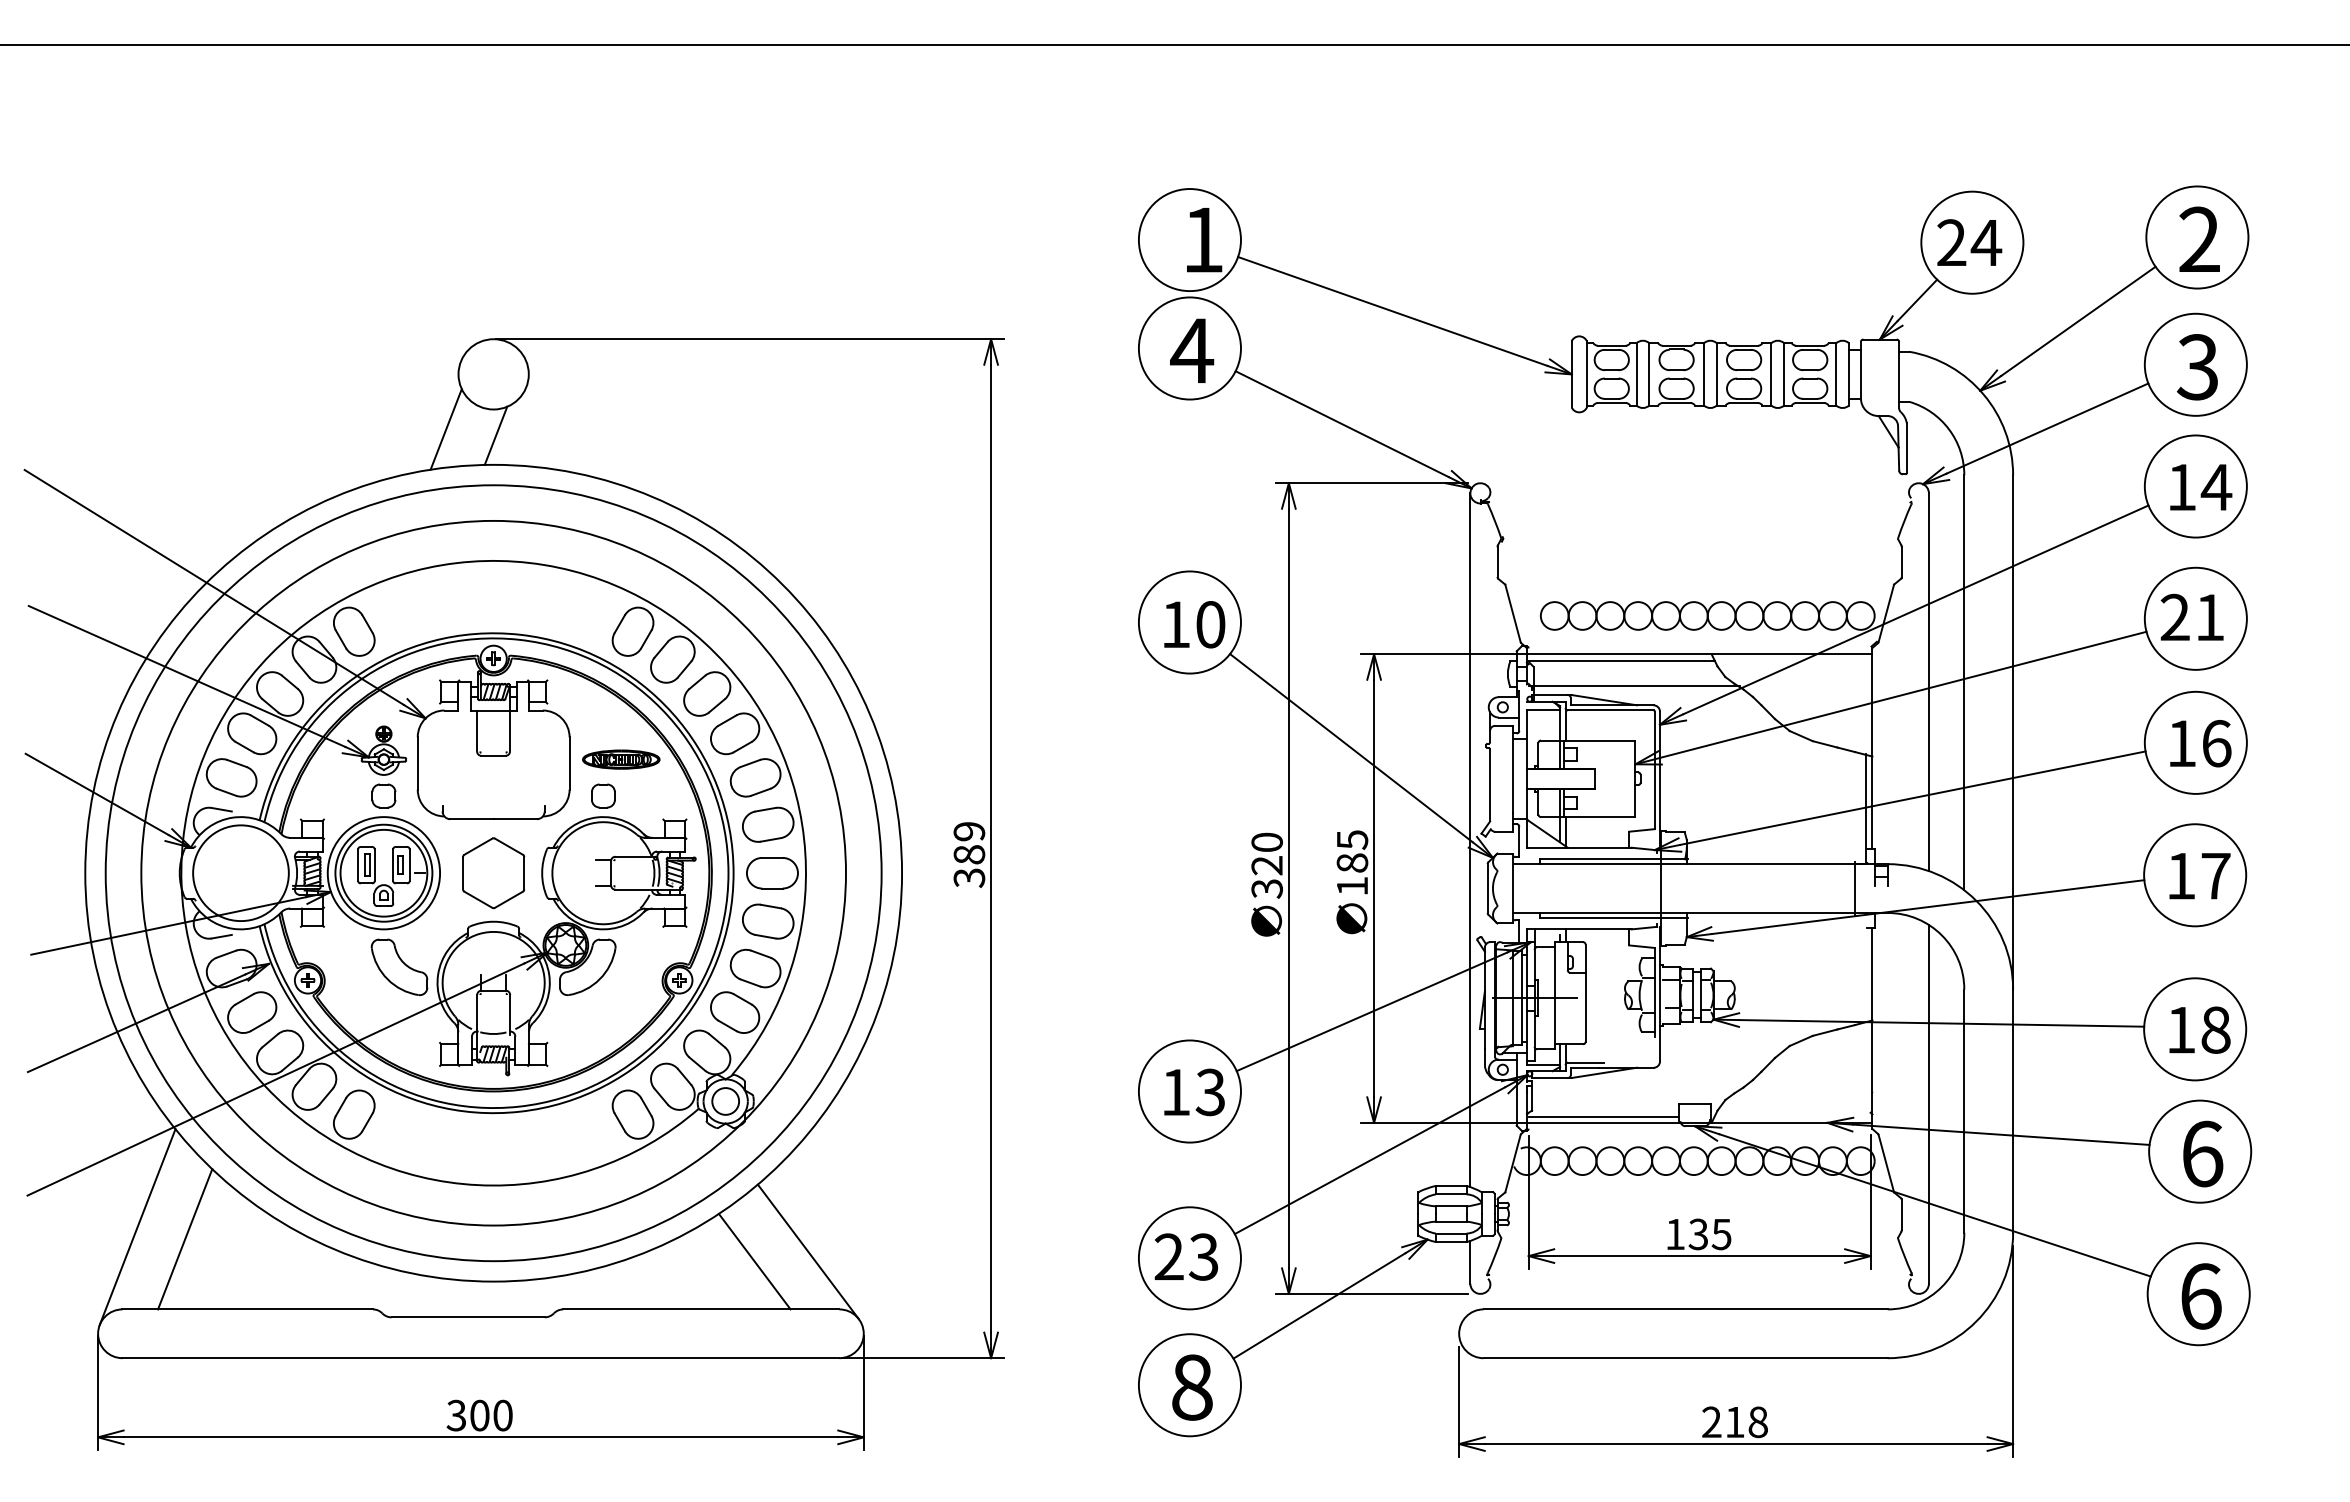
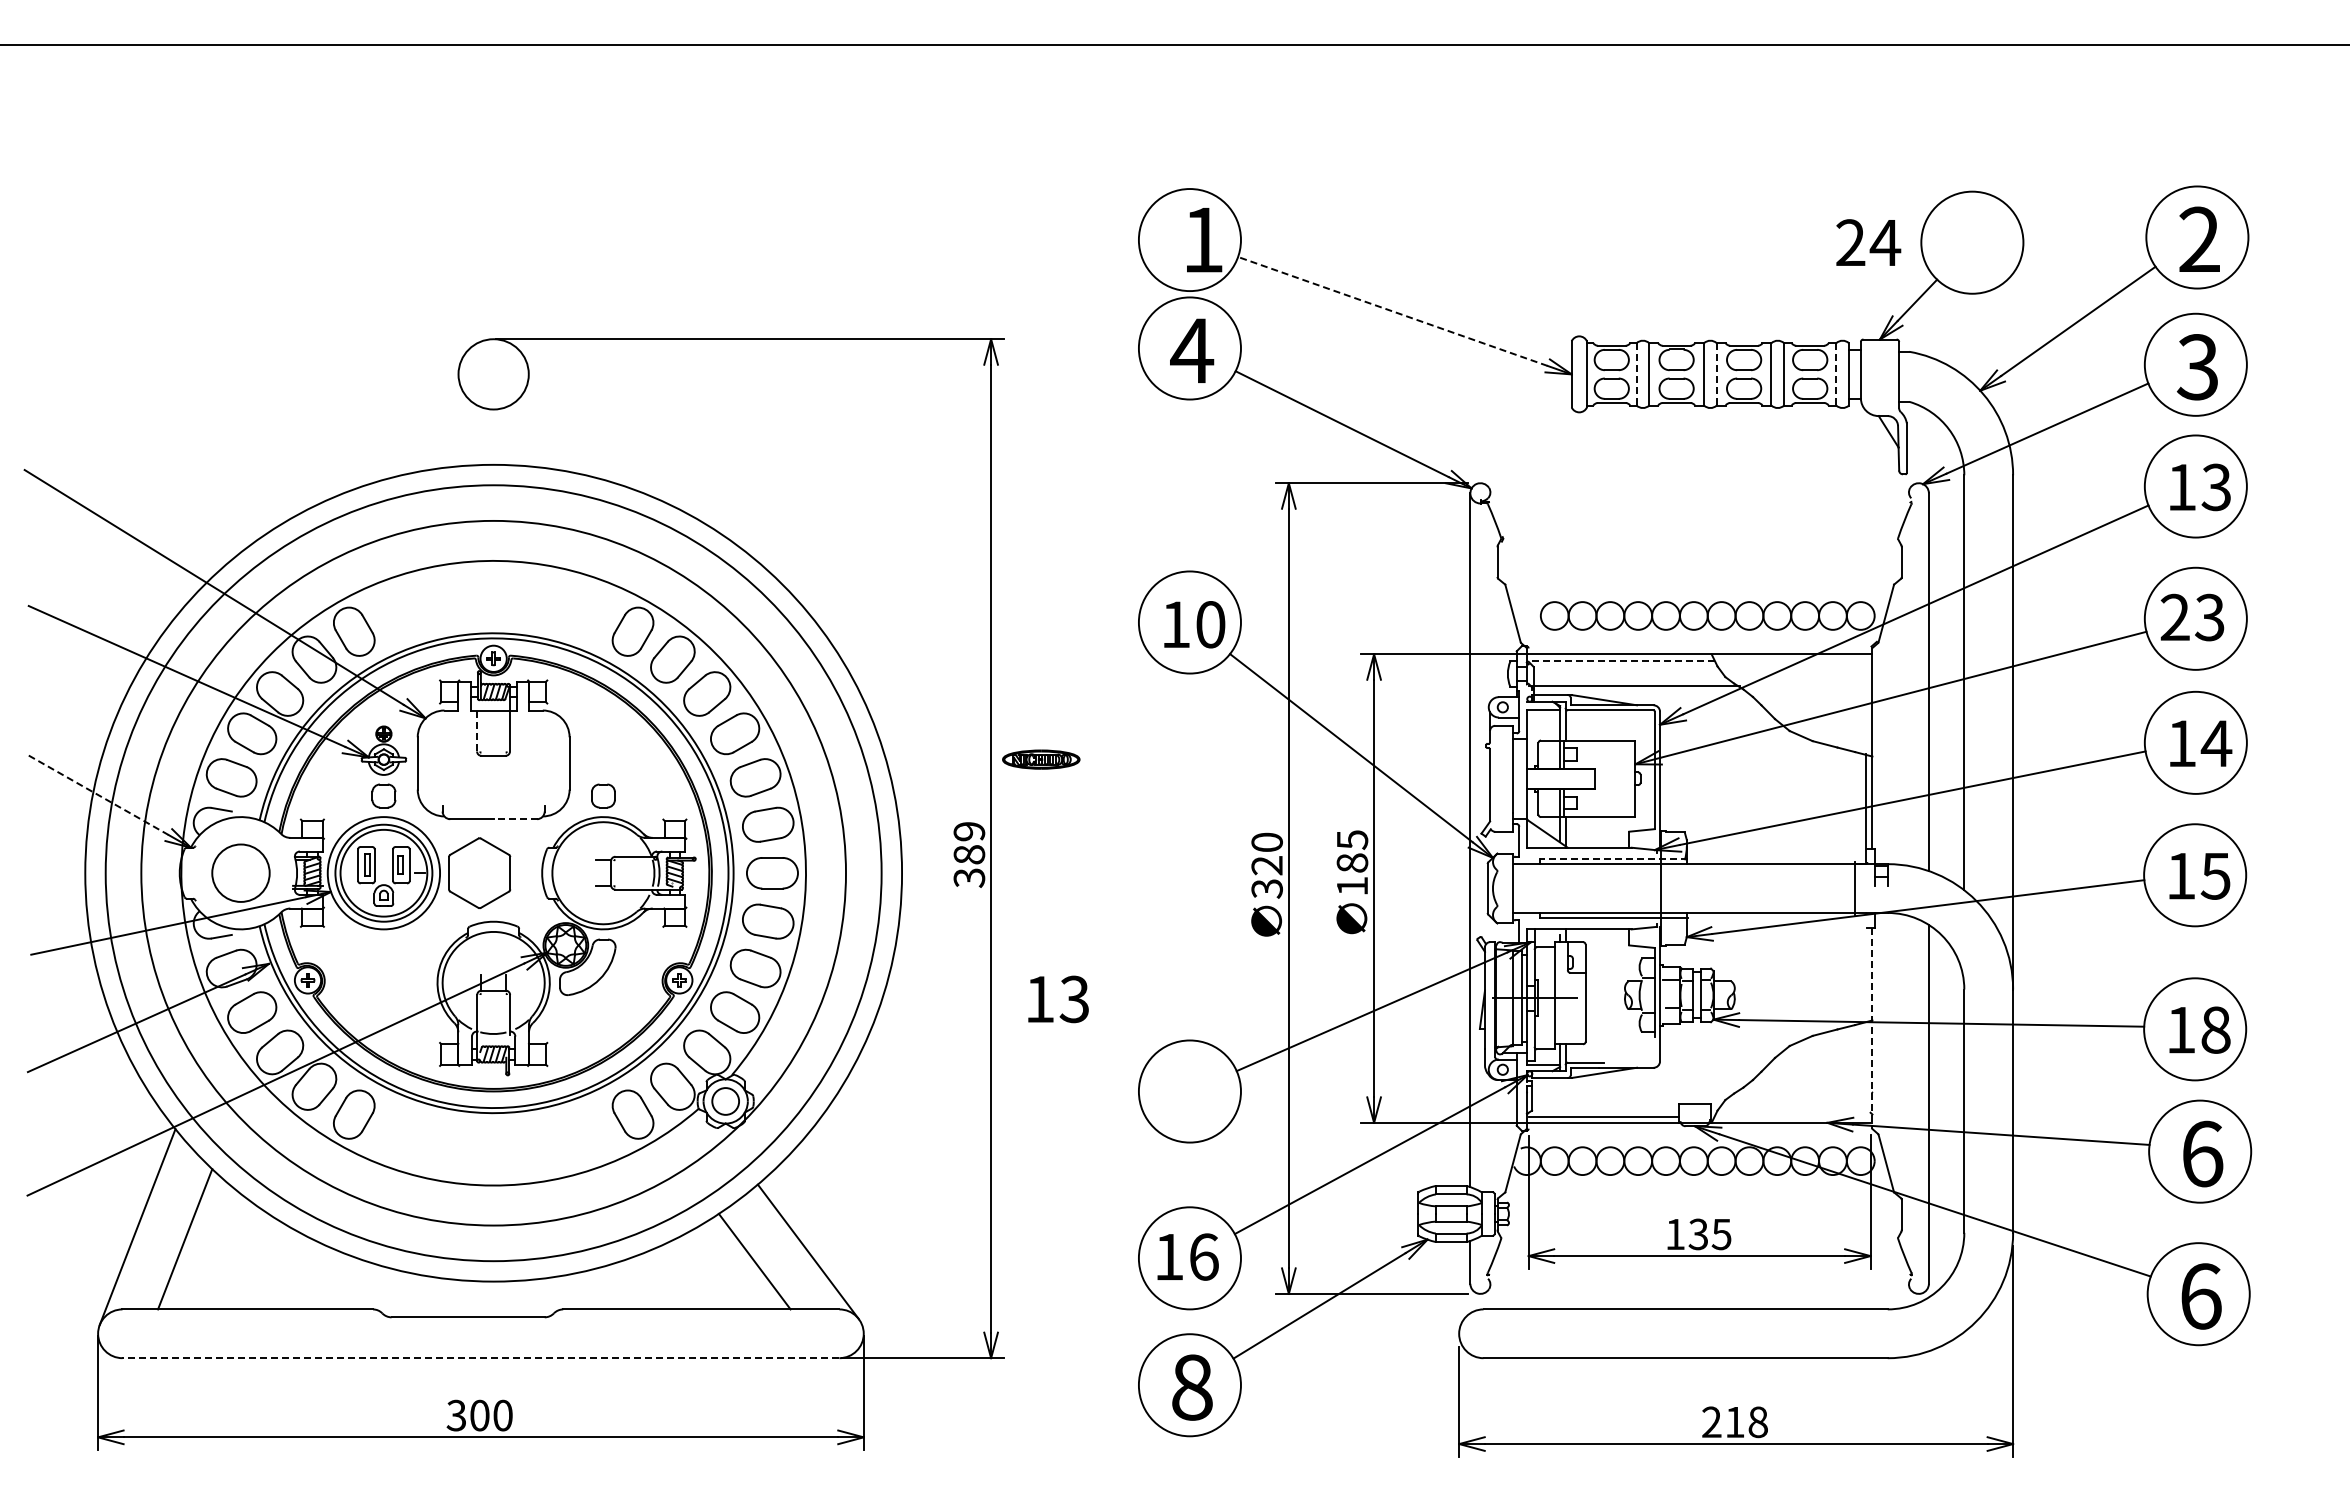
text at (1969, 242) position: (1969, 242) -> (1868, 242)
line at (1392, 311): solid -> dashed
line at (1636, 374): solid -> dashed
line at (1716, 374): solid -> dashed
line at (1836, 374): solid -> dashed
line at (445, 429): present -> none
line at (495, 435): present -> none
text at (2216, 487): 14 -> 13
text at (2209, 617): 21 -> 23
line at (1621, 660): solid -> dashed
line at (477, 730): solid -> dashed
text at (2216, 743): 16 -> 14
part at (621, 759) position: (621, 759) -> (1041, 759)
line at (96, 794): solid -> dashed
line at (515, 819): solid -> dashed
line at (1613, 859): solid -> dashed
part at (493, 872) position: (493, 872) -> (479, 872)
circle at (240, 873) diameter: 96 px -> 57 px
text at (2215, 876): 17 -> 15
part at (399, 966): present -> none
line at (1872, 1028): solid -> dashed
text at (1194, 1092) position: (1194, 1092) -> (1058, 999)
text at (1186, 1256): 23 -> 16
line at (480, 1358): solid -> dashed
